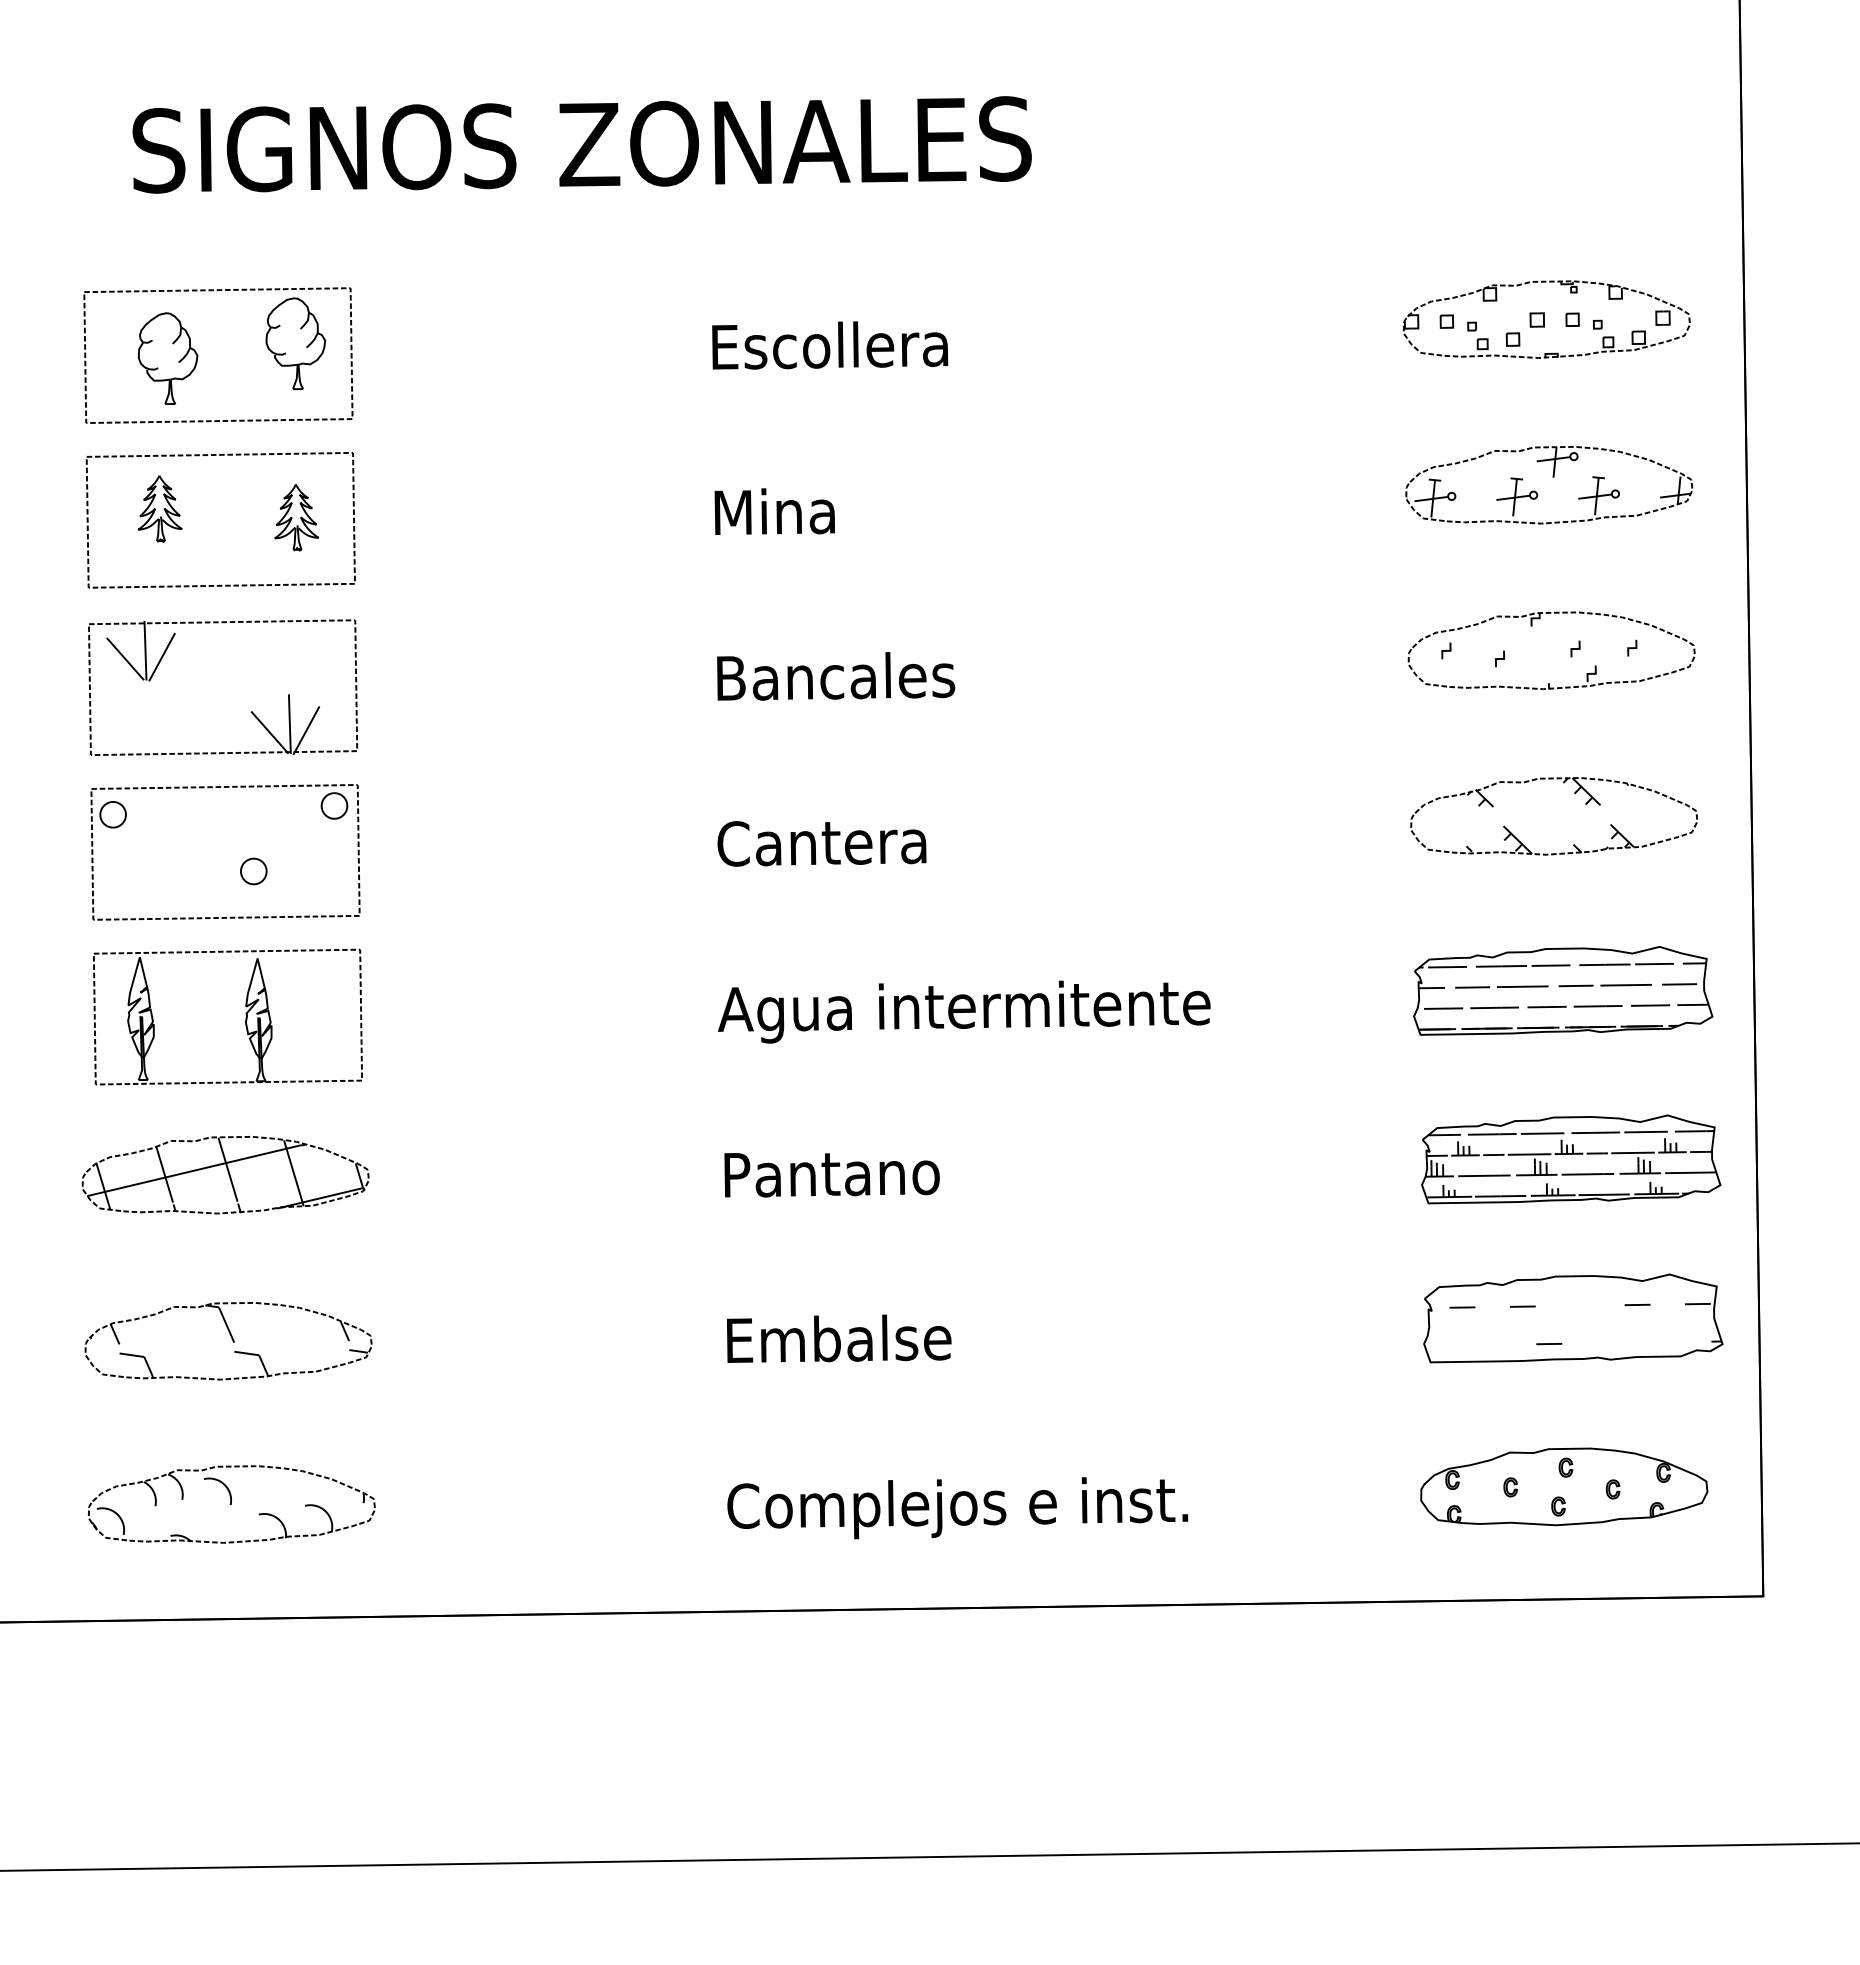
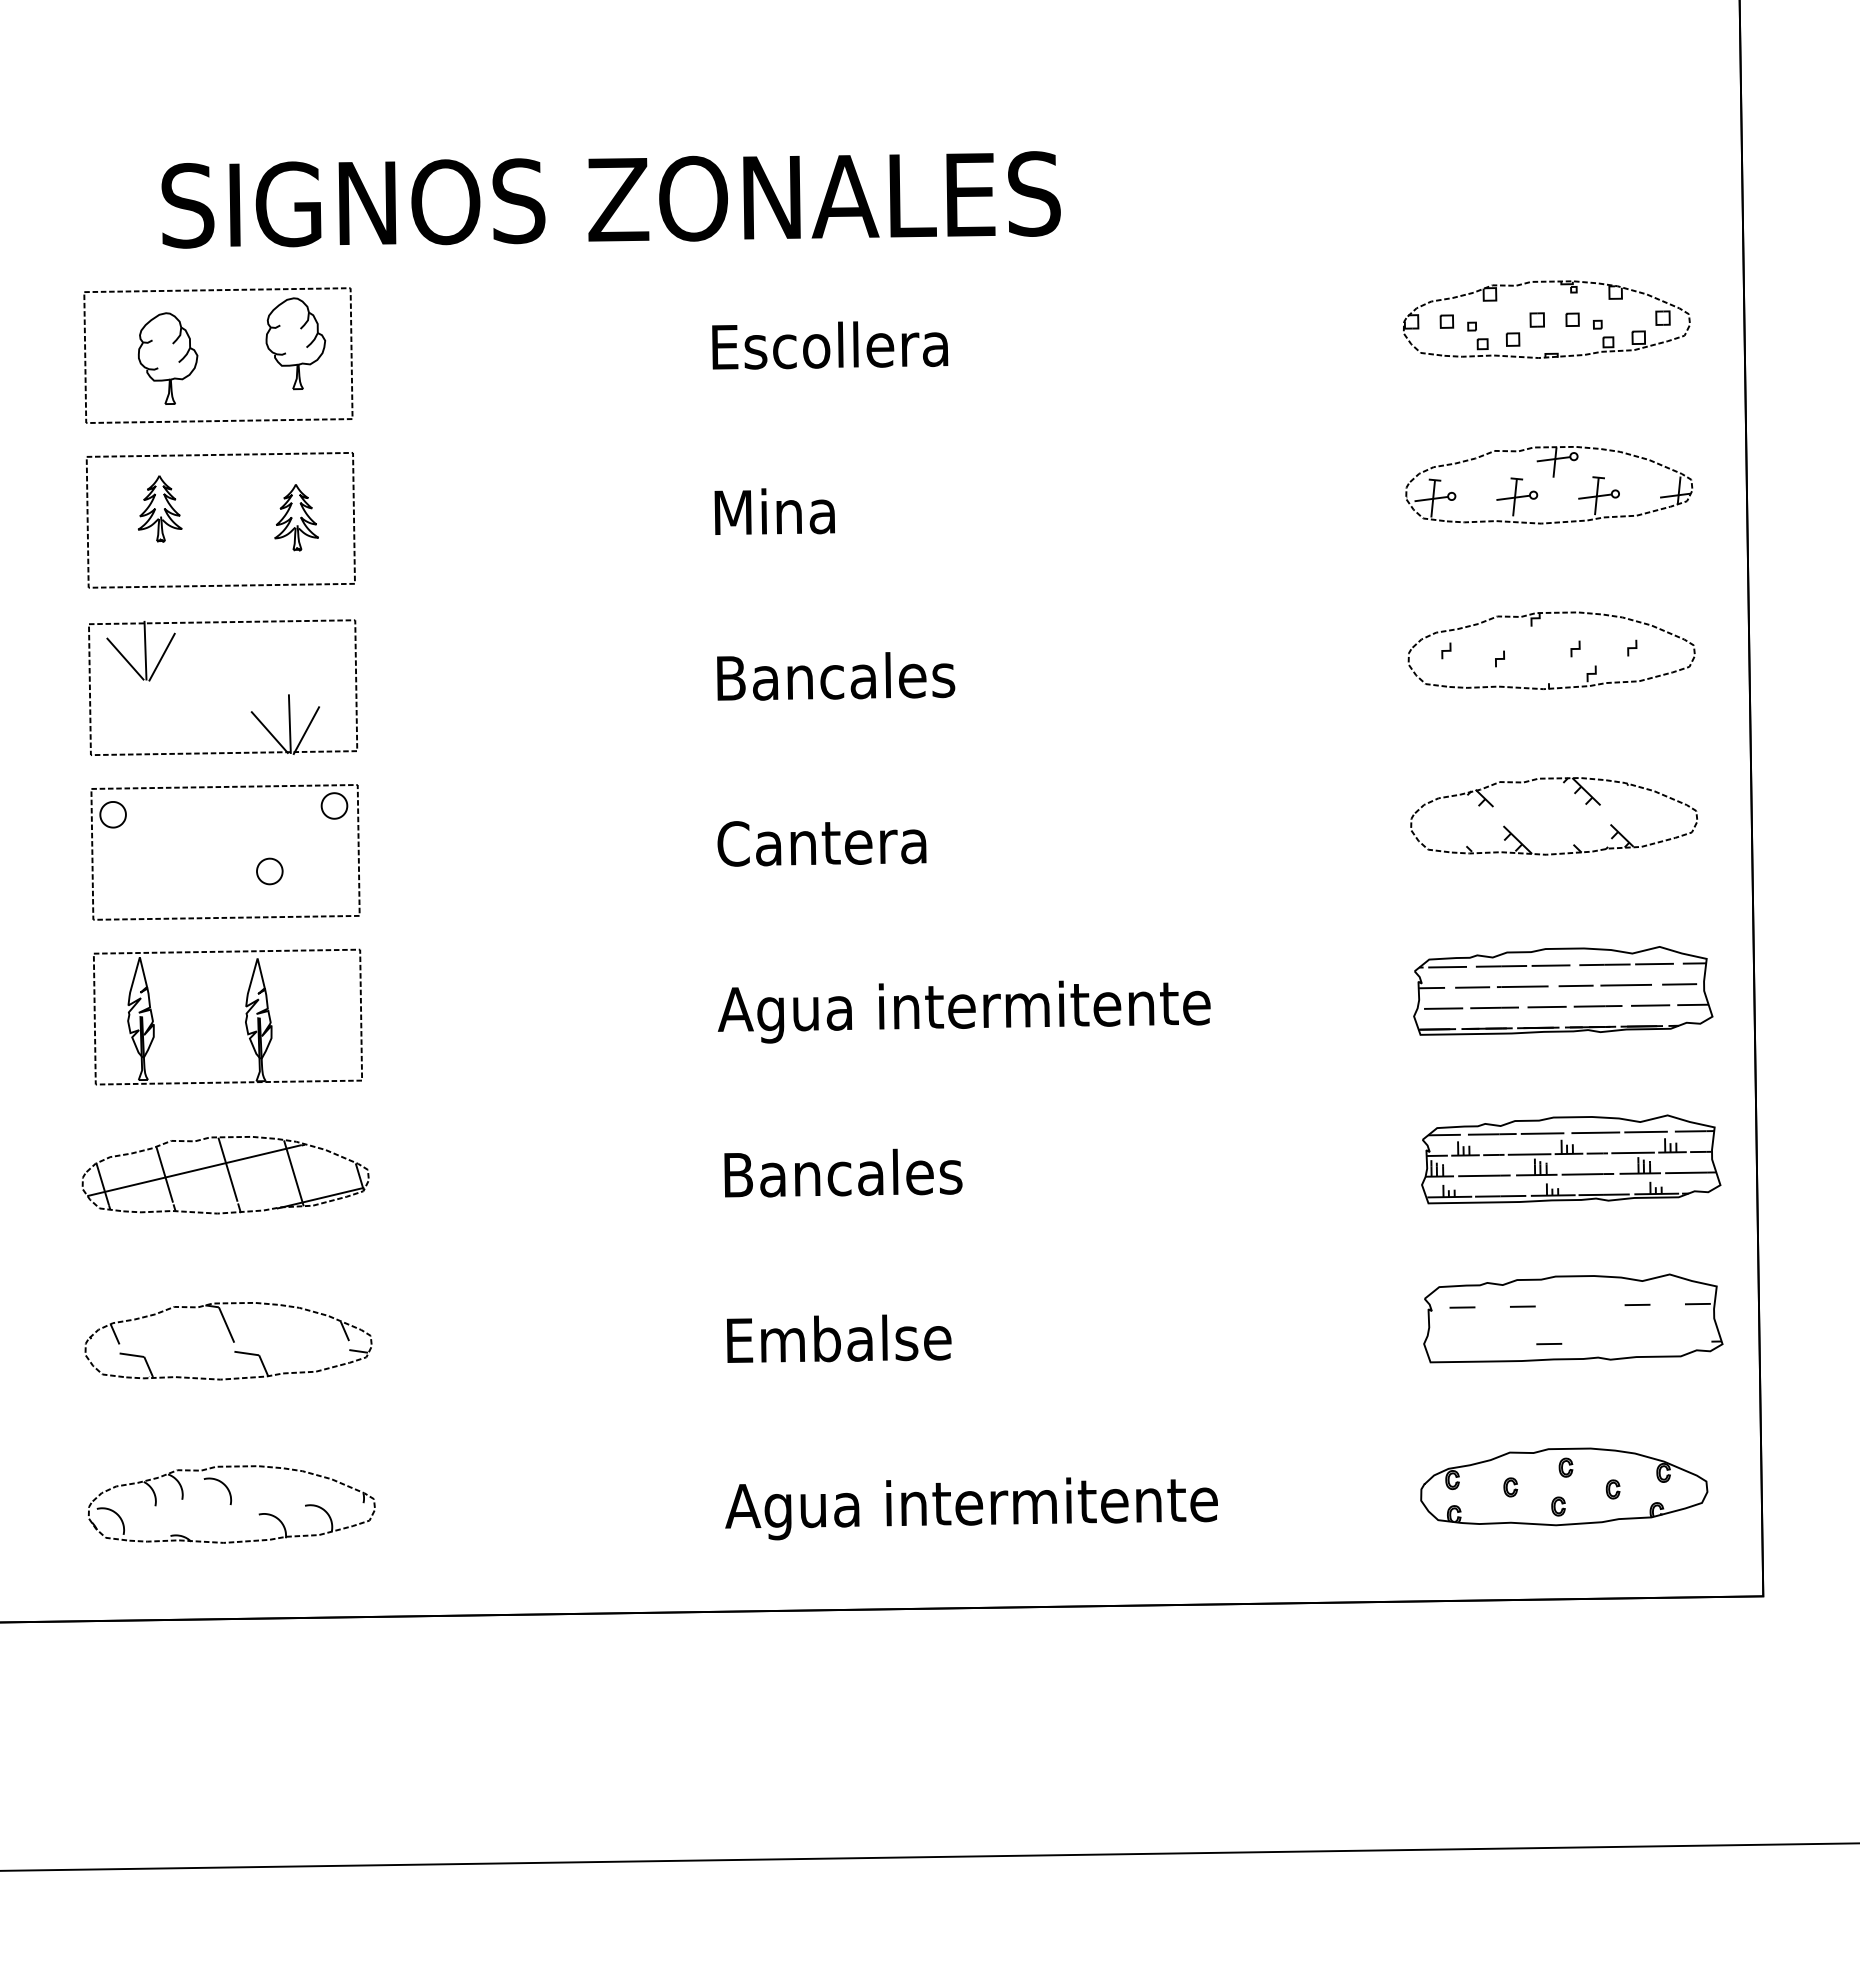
text at (581, 144) position: (581, 144) -> (610, 199)
part at (253, 871) position: (253, 871) -> (269, 871)
text at (846, 1172): Pantano -> Bancales
text at (971, 1508): Complejos e inst. -> Agua intermitente
